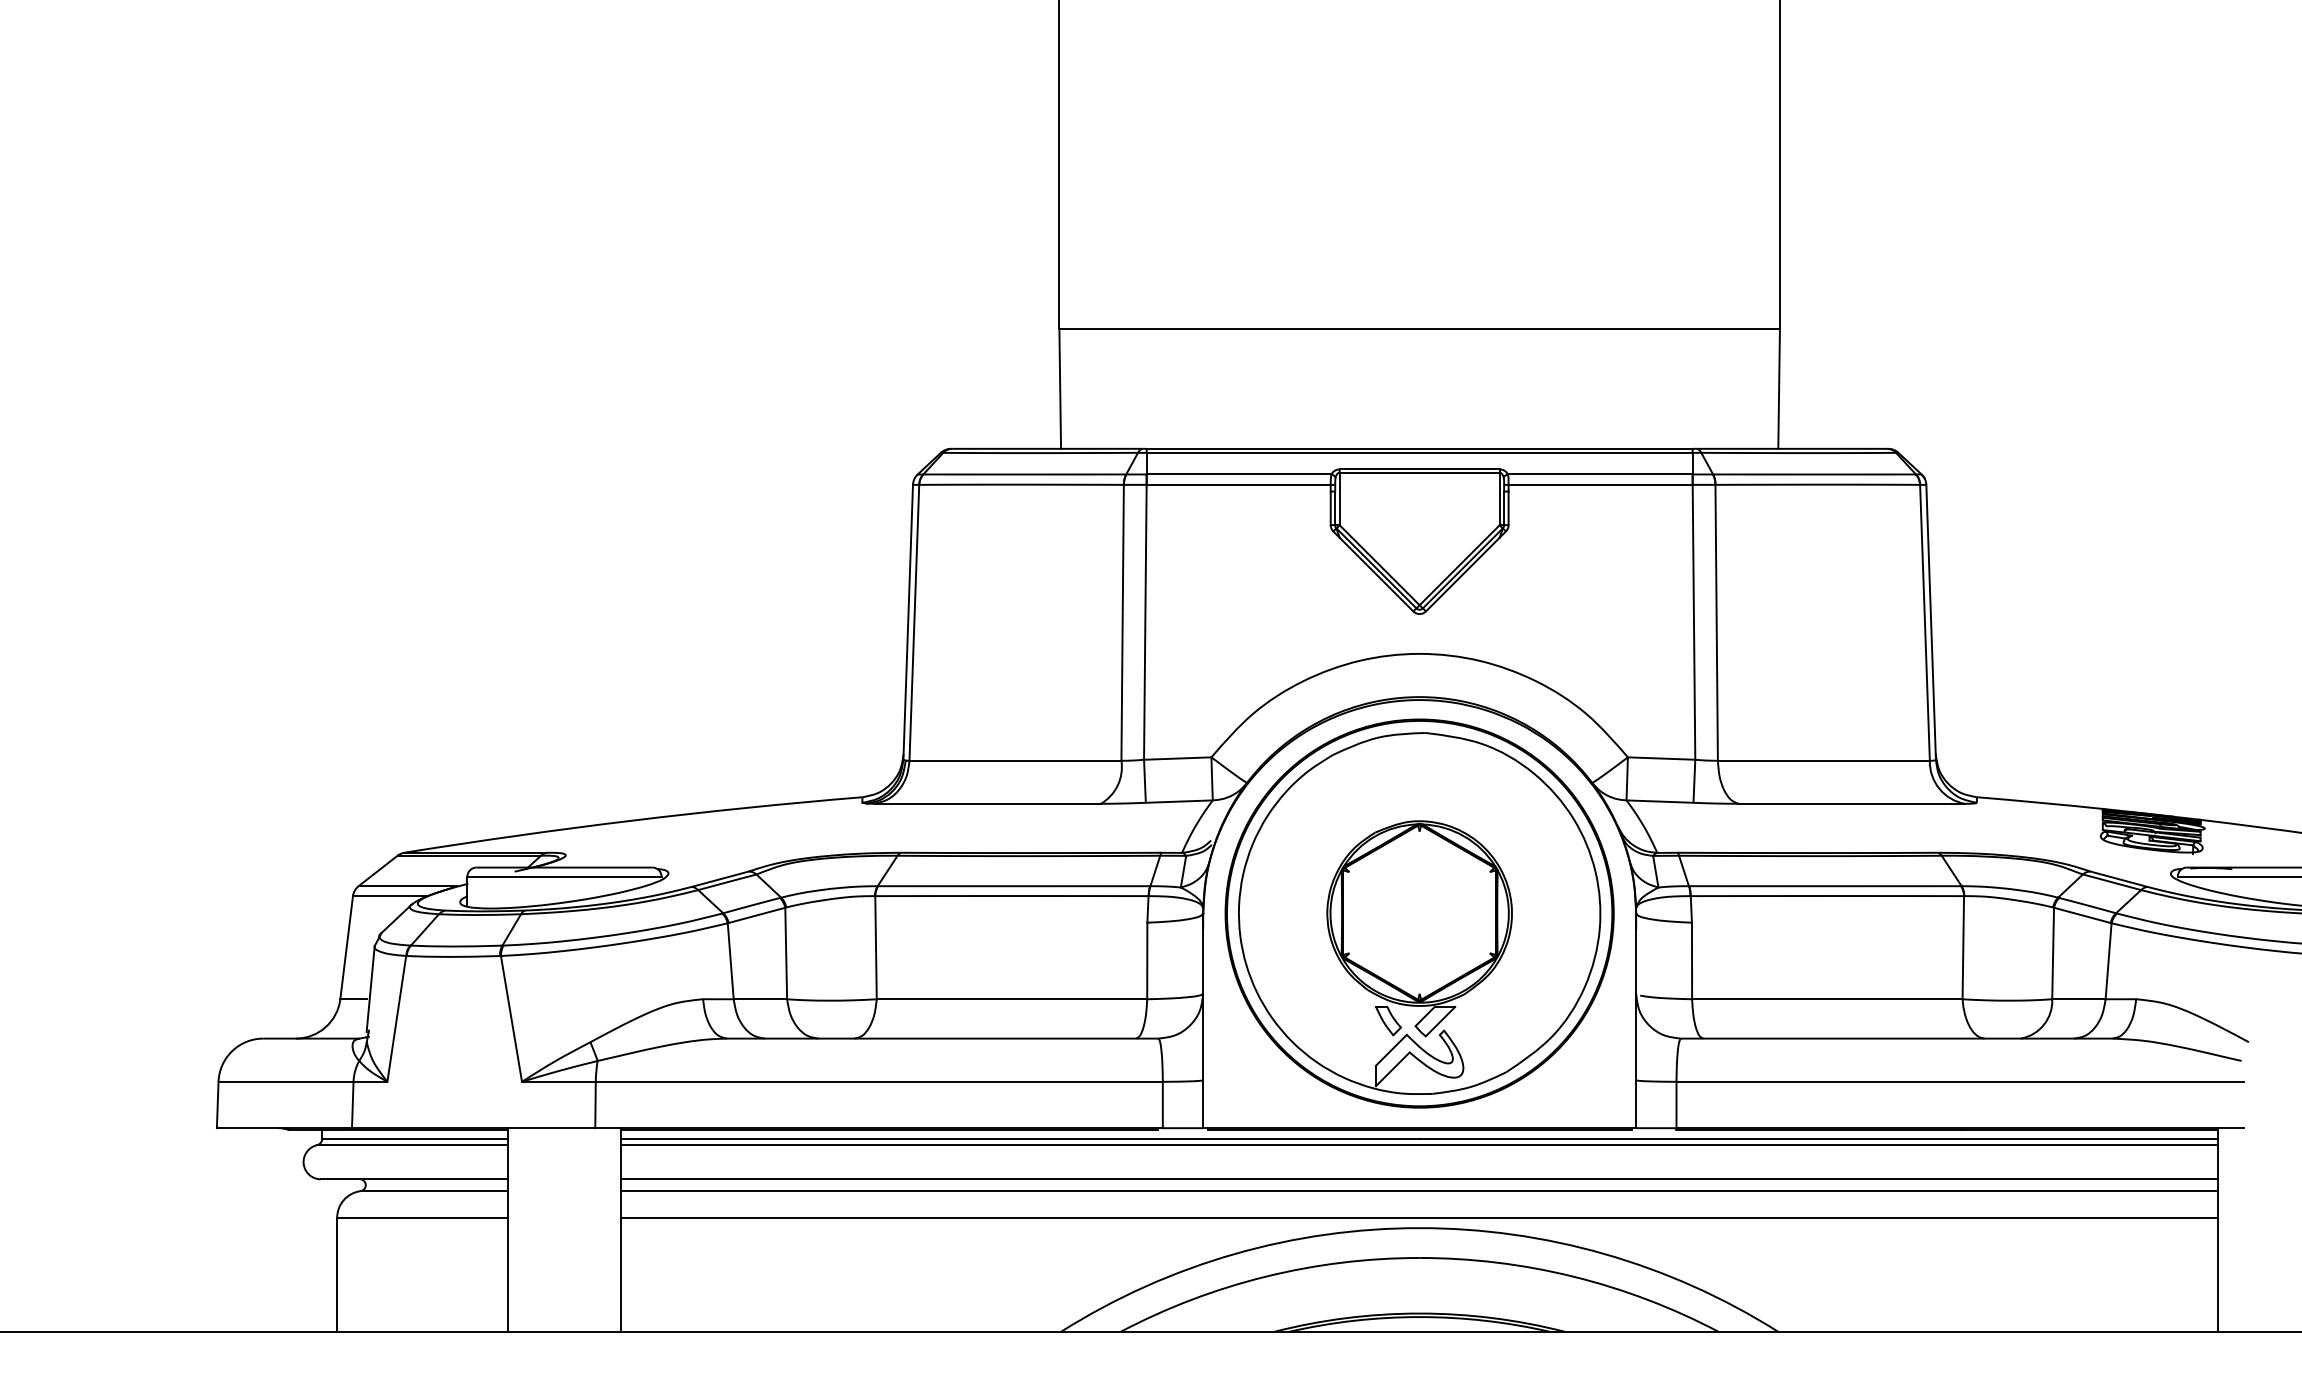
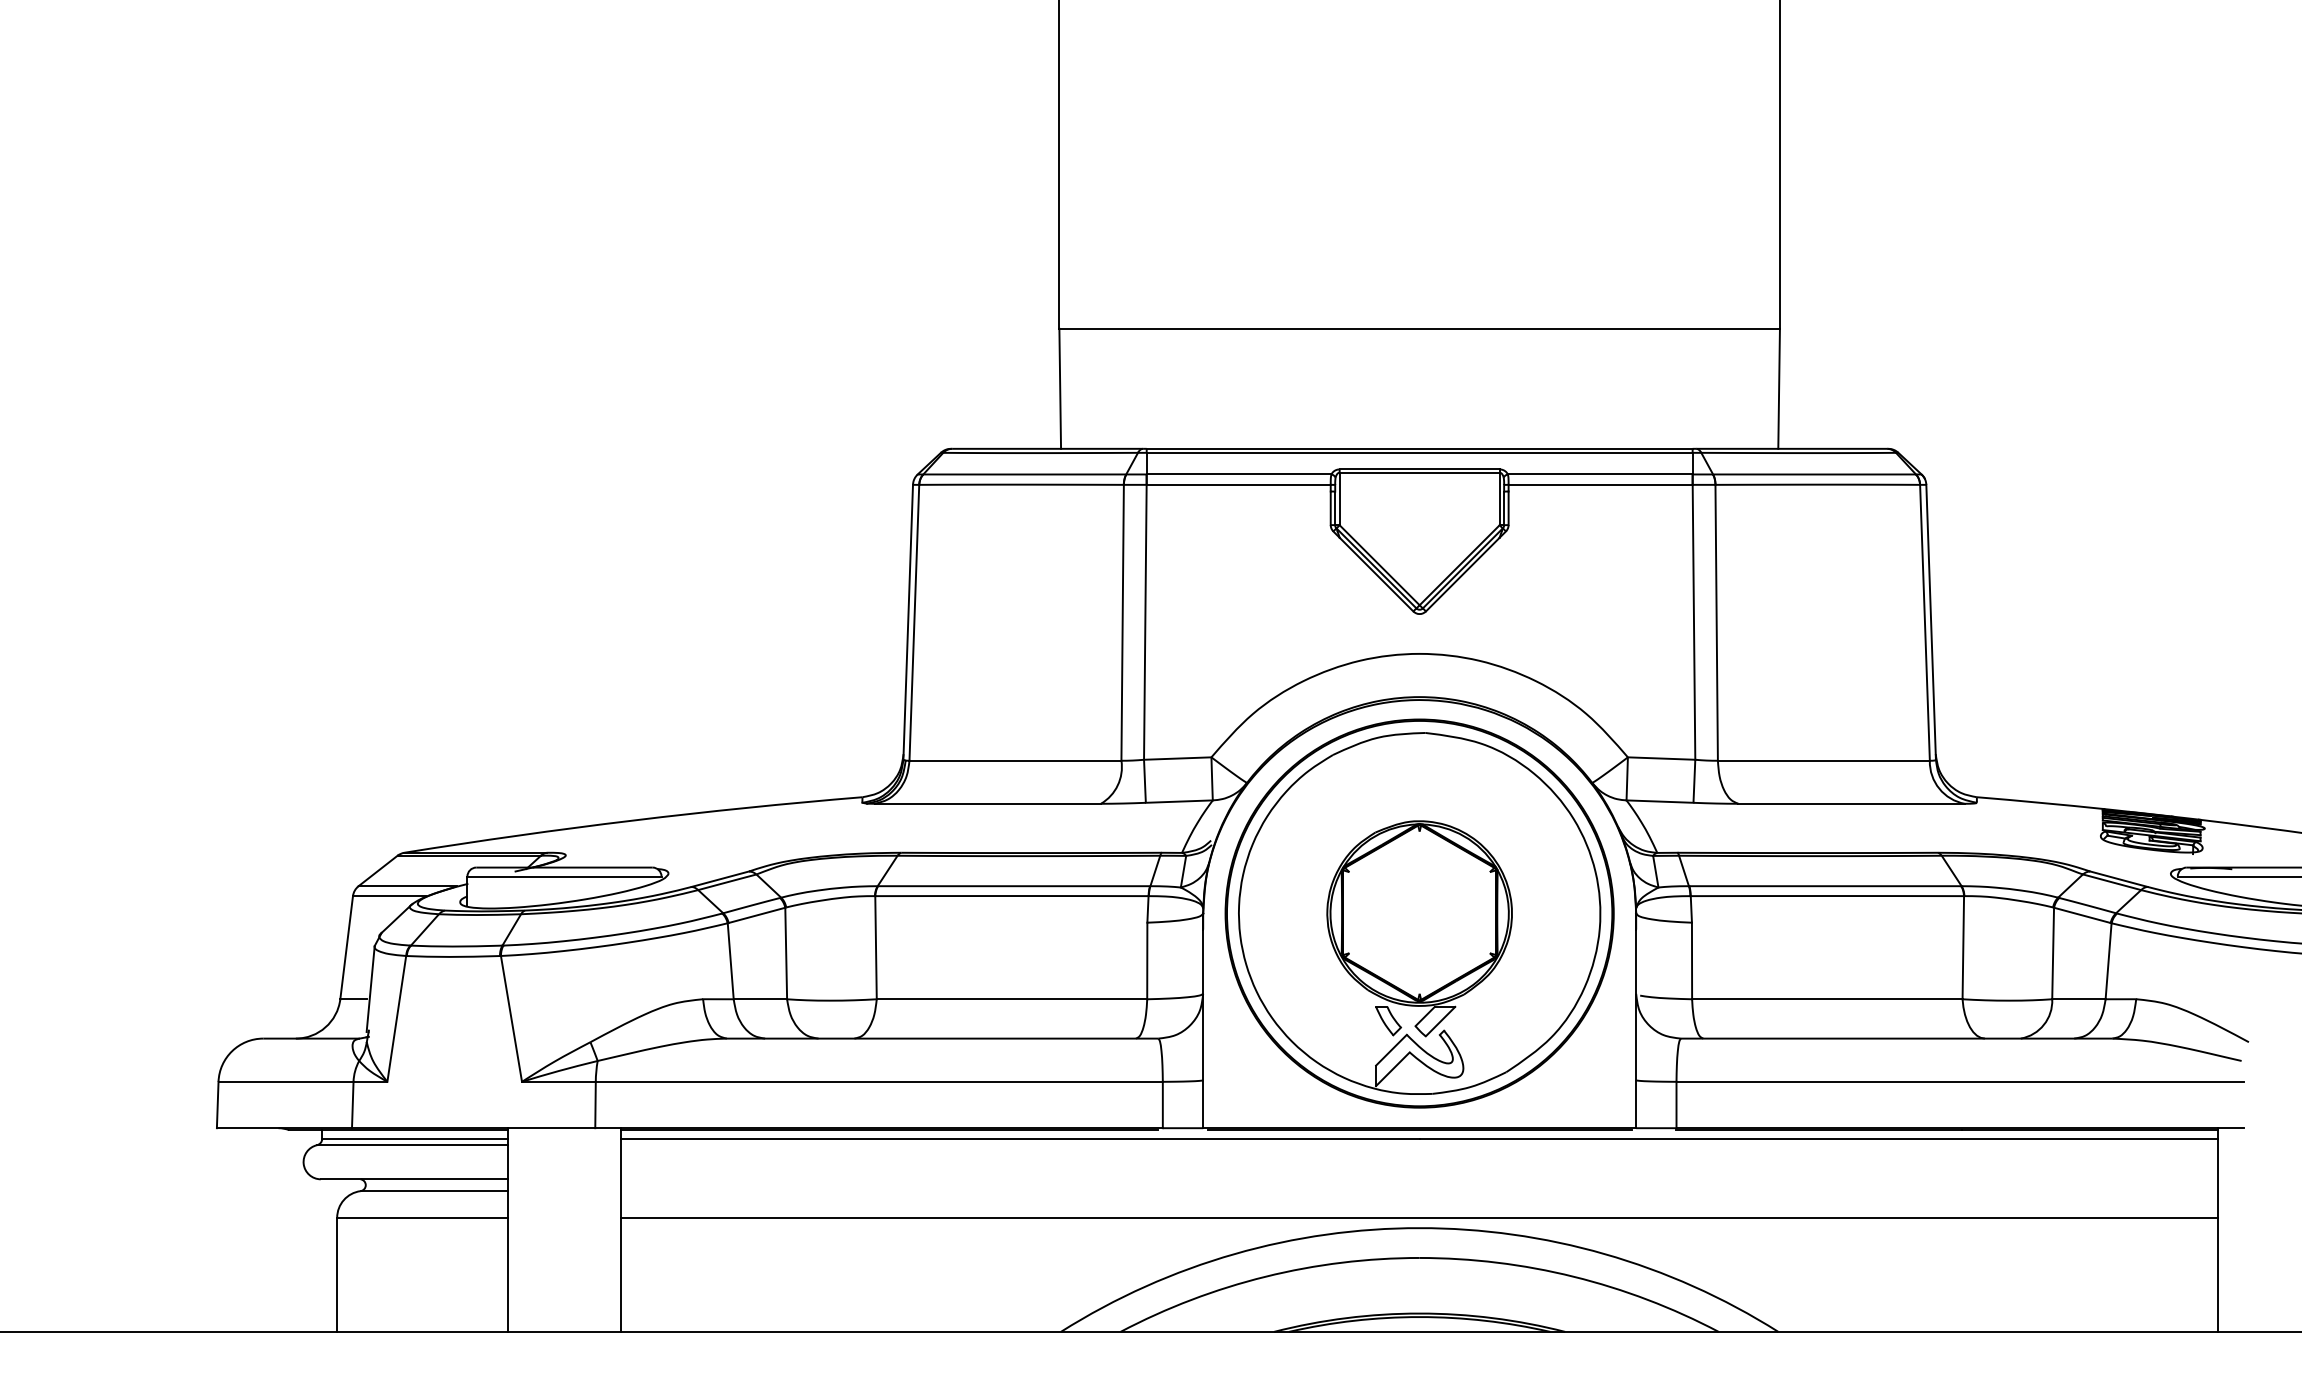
line at (1419, 1145): present -> none
line at (1419, 1179): present -> none
line at (1419, 1191): present -> none
